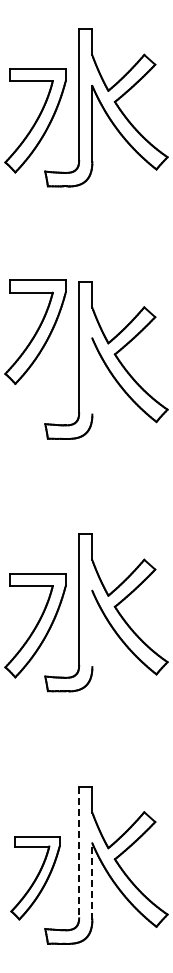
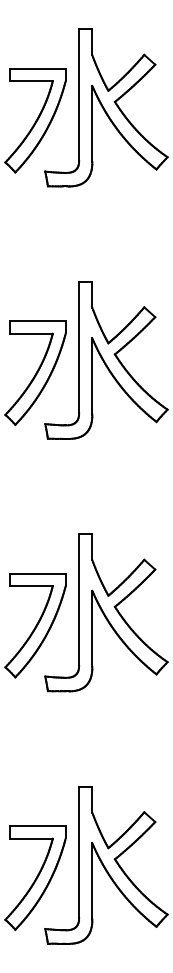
part at (35, 331) position: (35, 331) -> (35, 372)
line at (92, 376): none -> present
line at (92, 628): none -> present
line at (79, 852): dashed -> solid
part at (35, 878) size: 51x85 px -> 63x106 px
line at (92, 880): dashed -> solid
